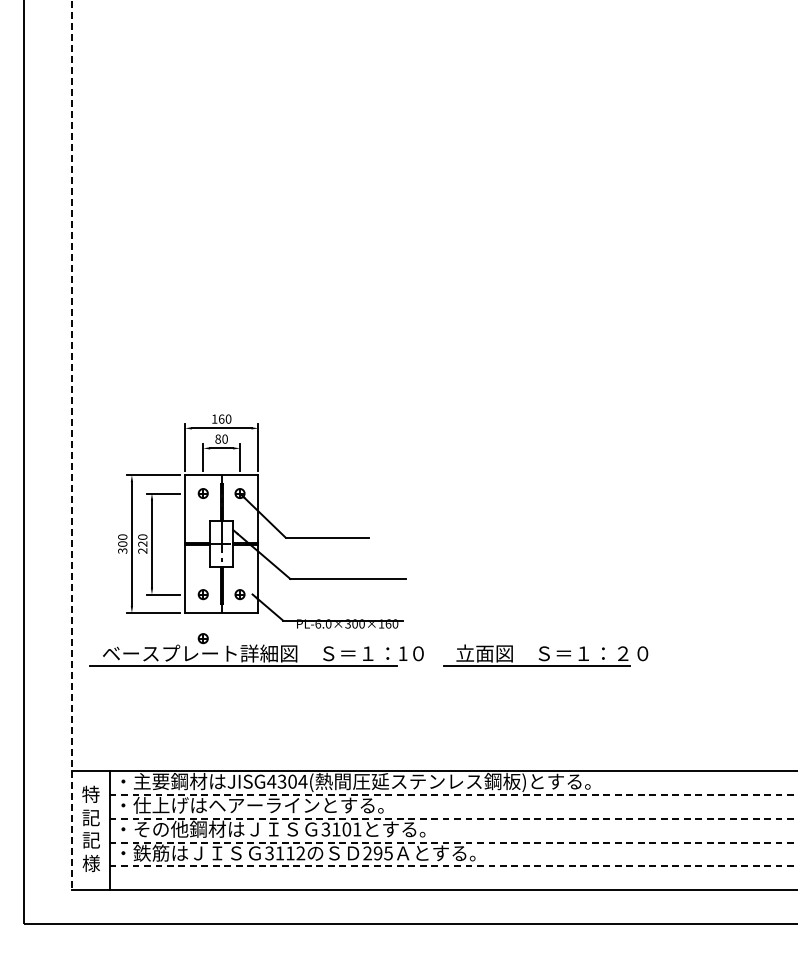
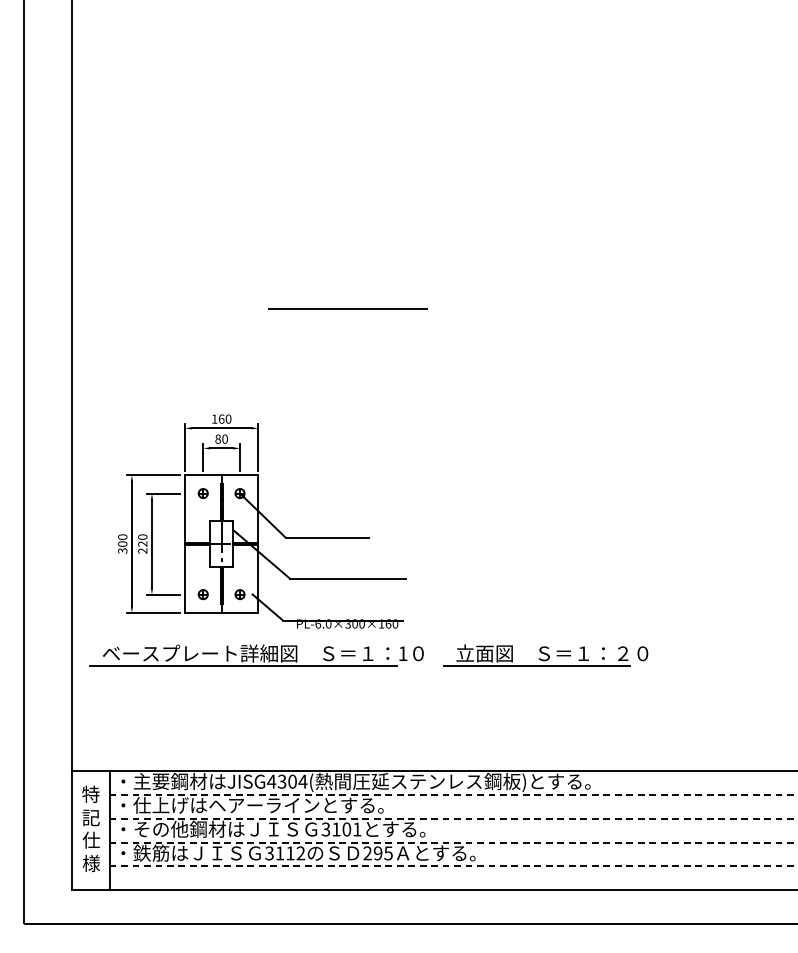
line at (347, 308): none -> present
line at (72, 445): dashed -> solid
part at (202, 638): present -> none
text at (91, 839): 記 -> 仕
